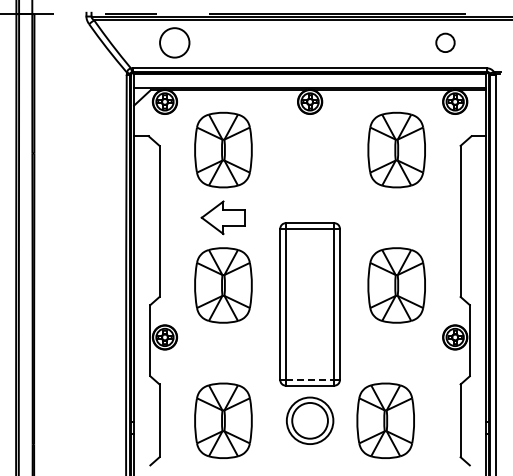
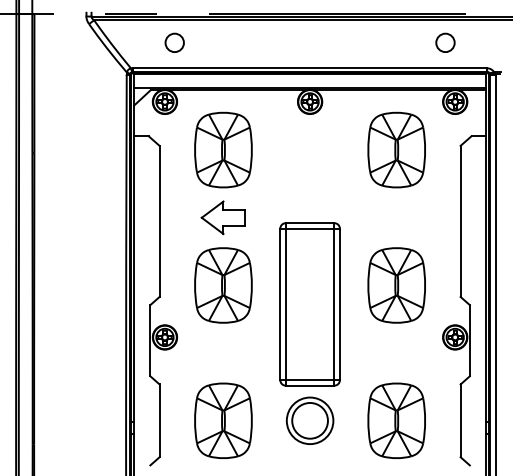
circle at (174, 42) diameter: 29 px -> 18 px
line at (310, 380): dashed -> solid
part at (385, 420) position: (385, 420) -> (396, 420)
